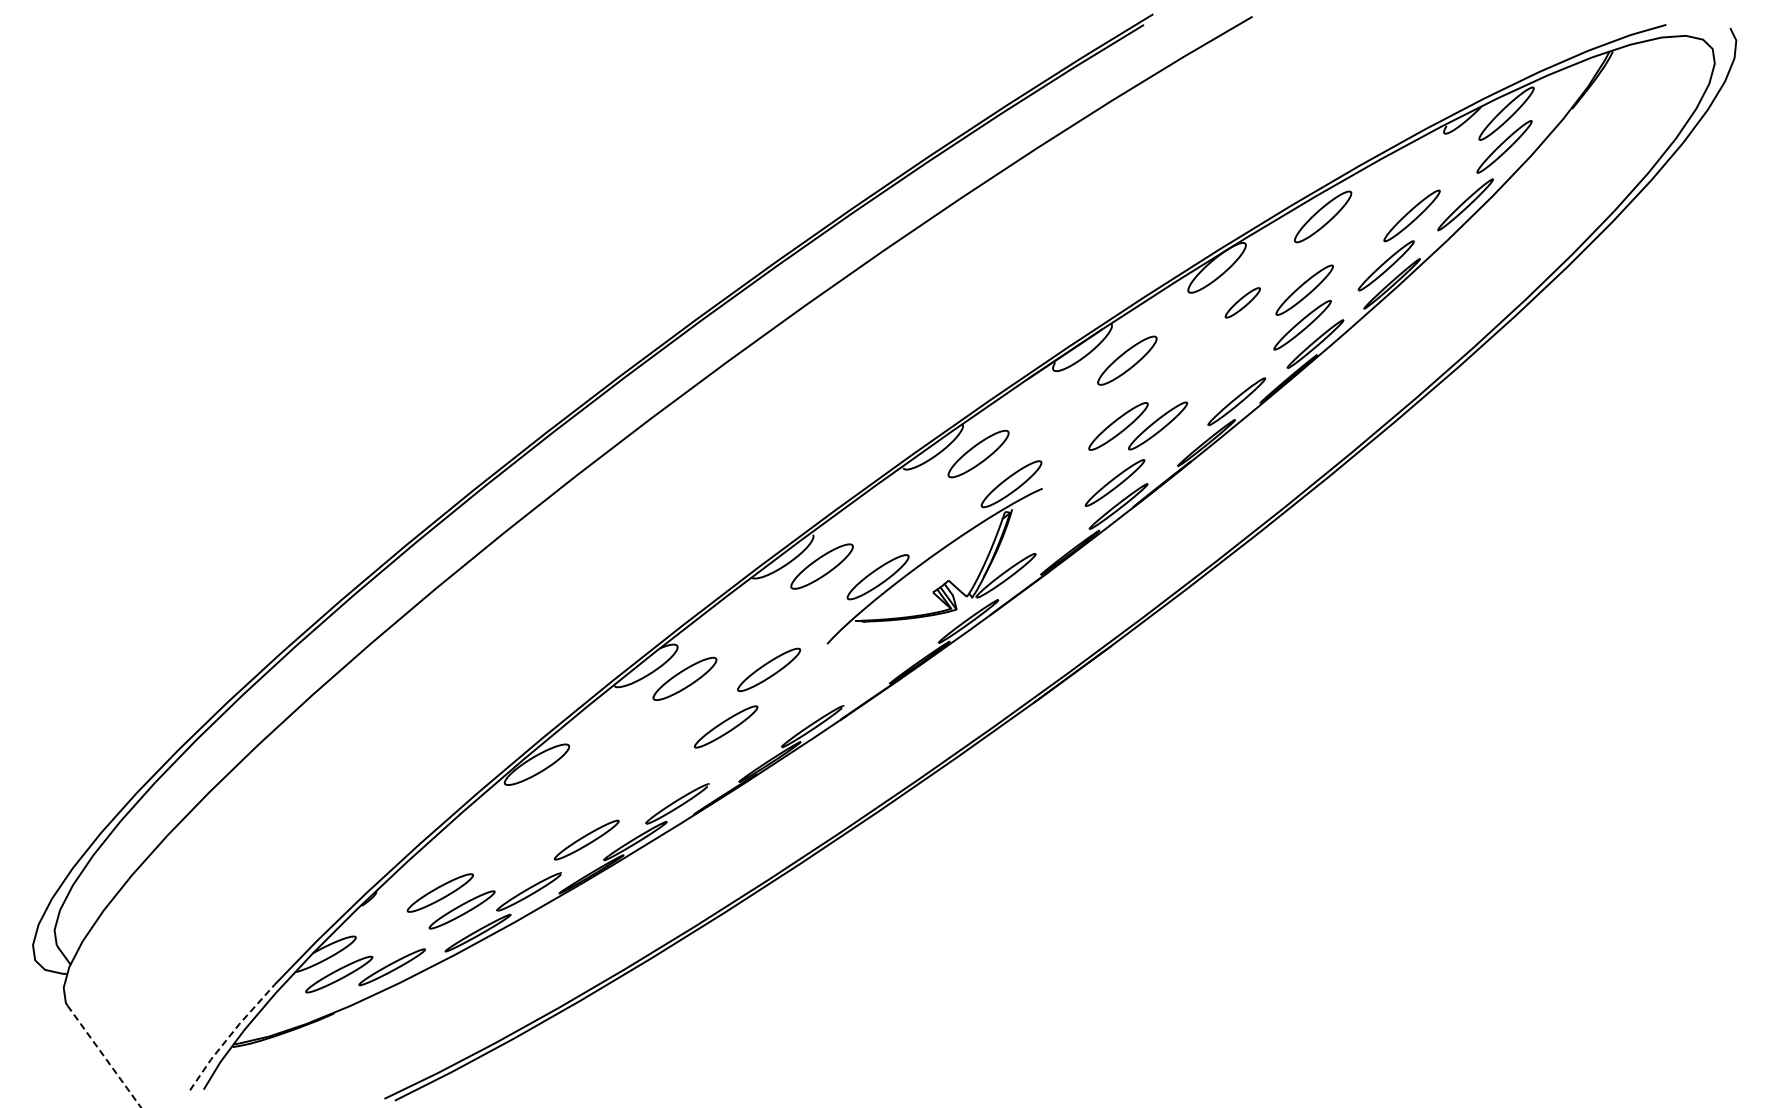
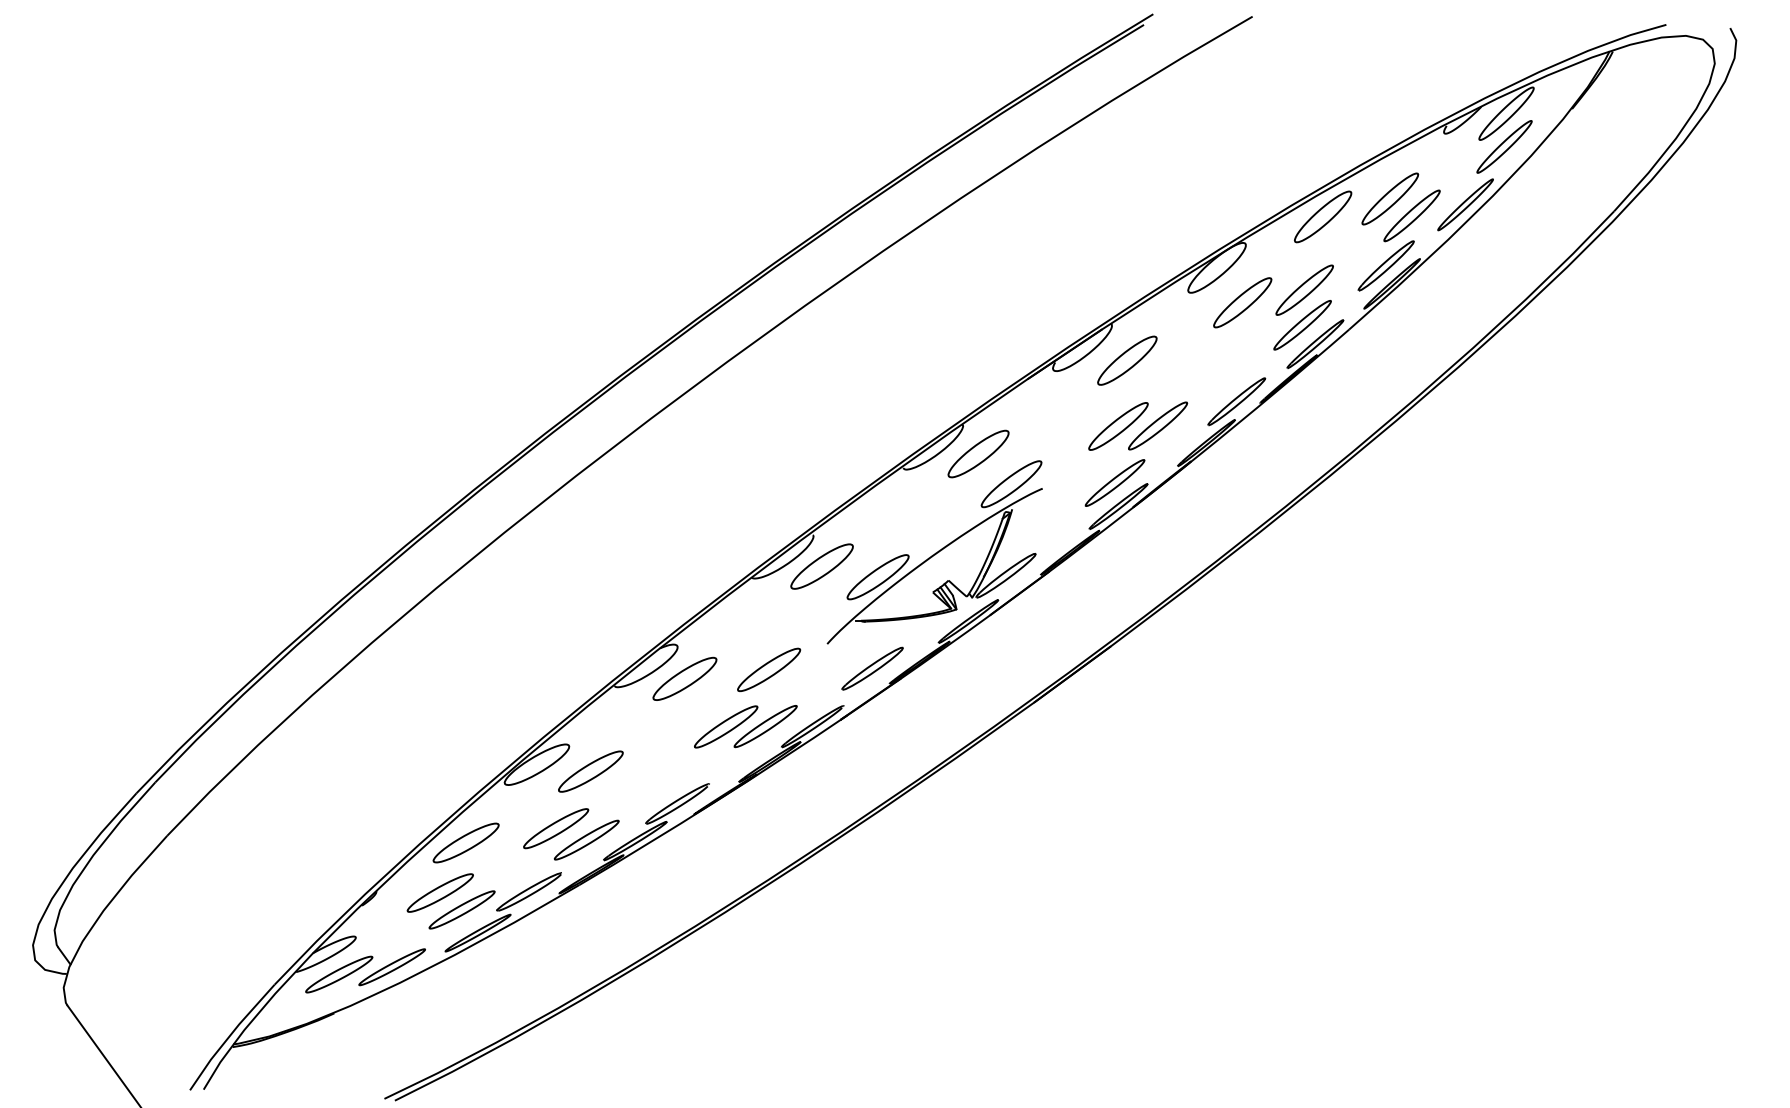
part at (1390, 198): none -> present
part at (1242, 302) size: 37x32 px -> 60x52 px
part at (872, 668): none -> present
part at (765, 726): none -> present
part at (590, 771): none -> present
part at (556, 828): none -> present
part at (465, 842): none -> present
line at (230, 1035): dashed -> solid
line at (104, 1056): dashed -> solid
